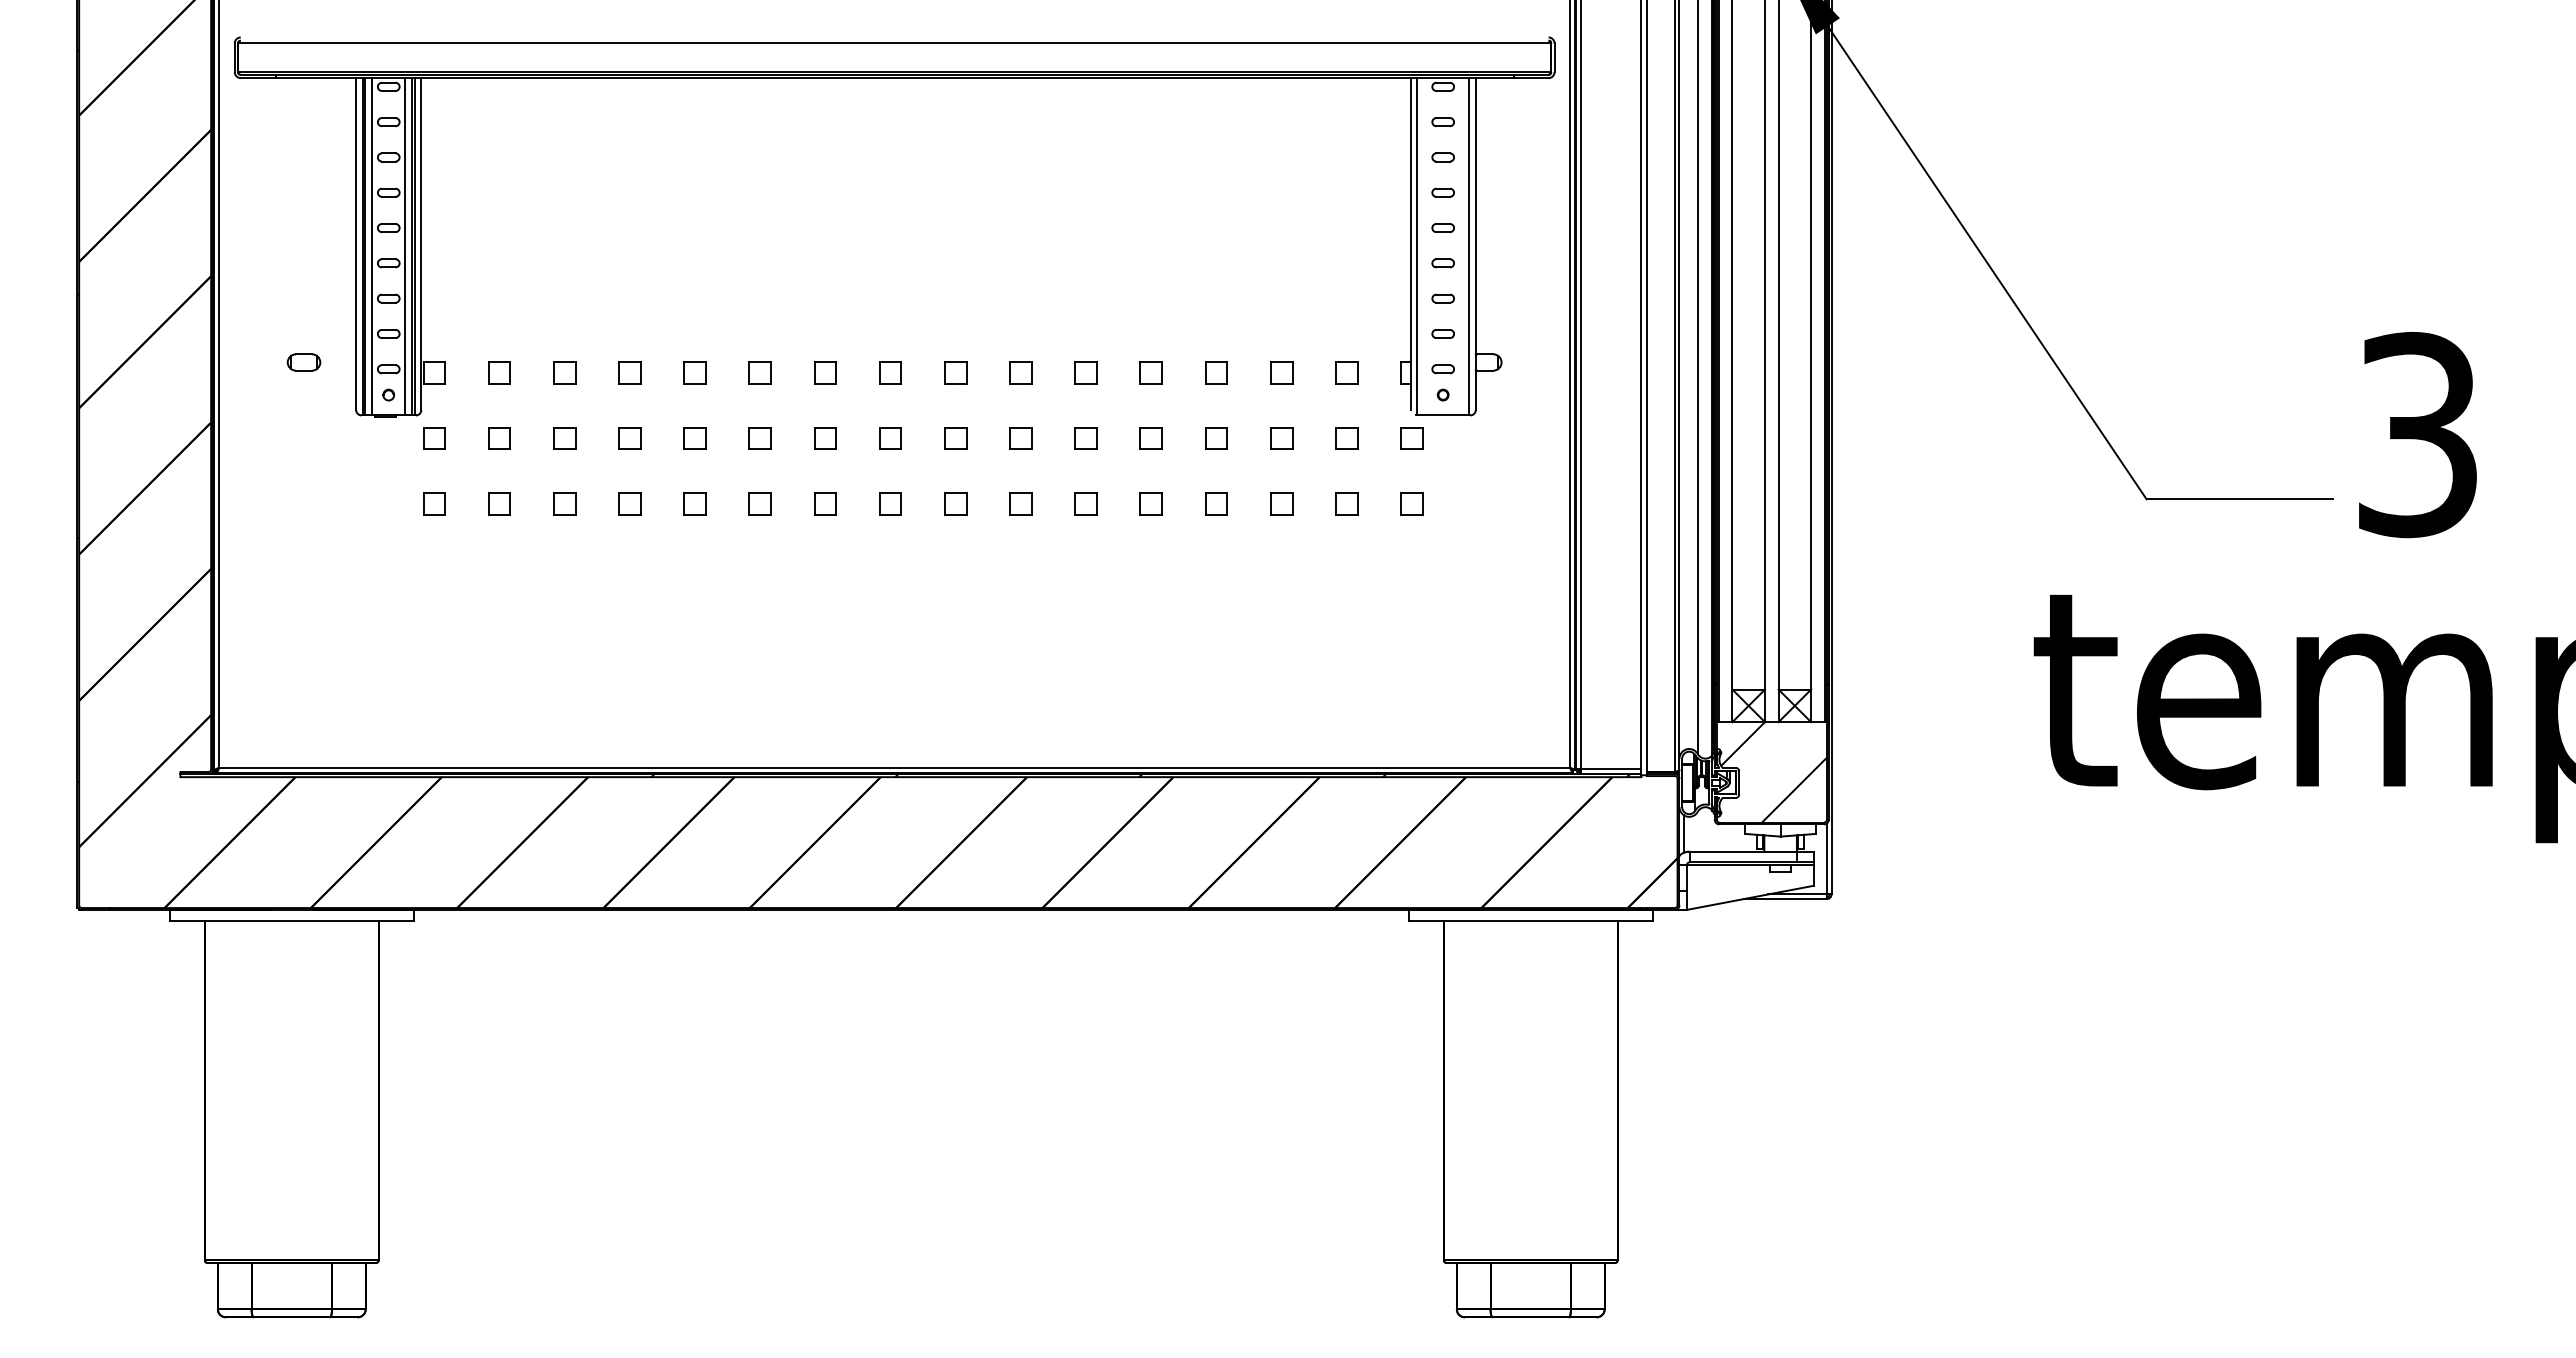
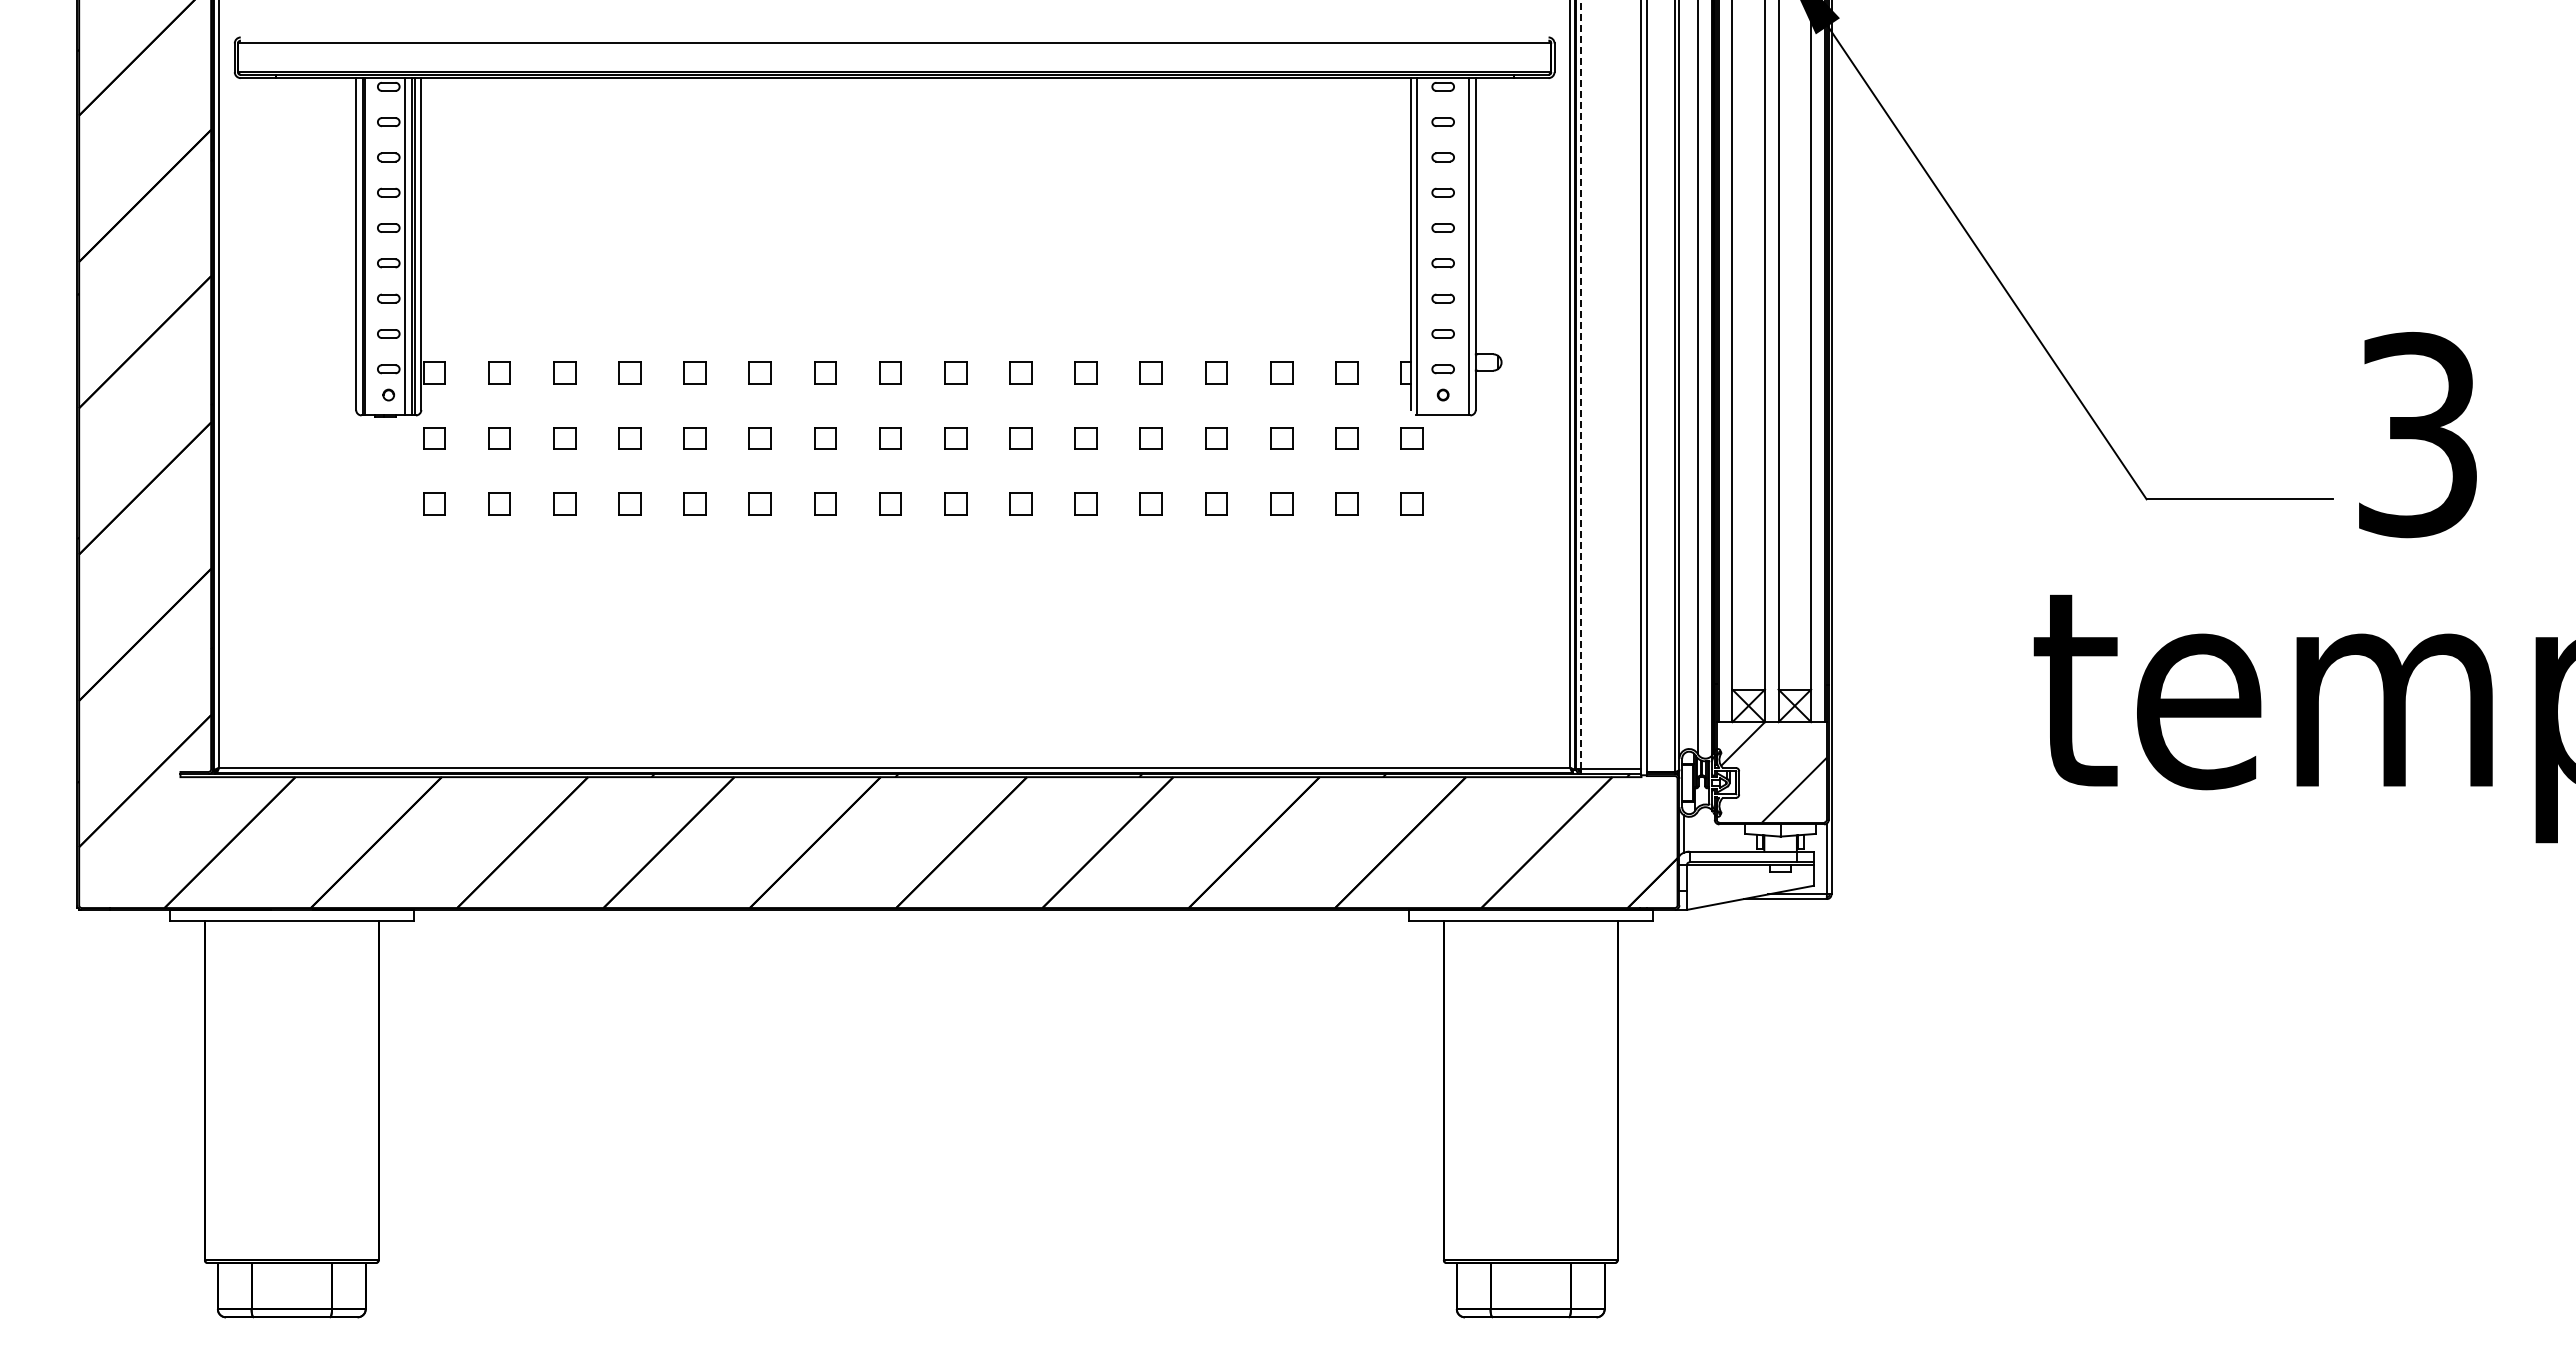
line at (372, 246): present -> none
part at (303, 362): present -> none
line at (1580, 384): solid -> dashed
